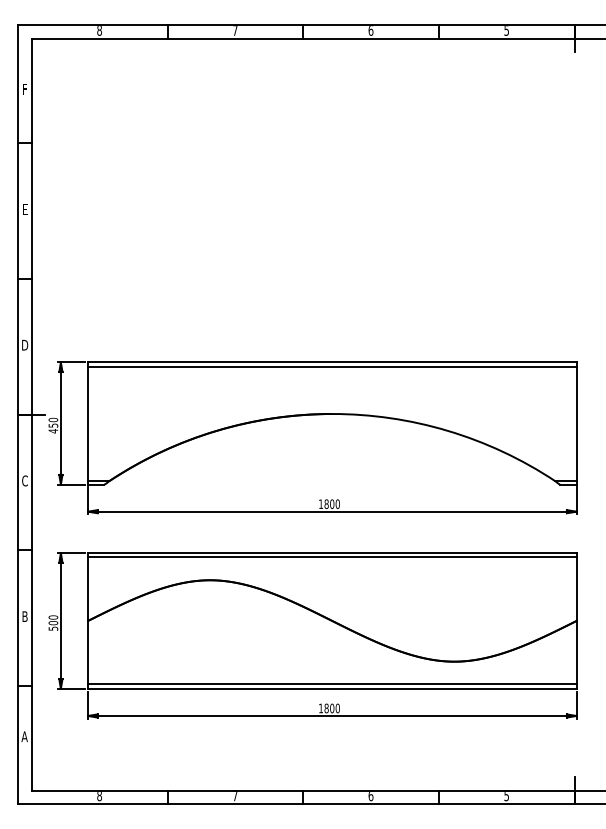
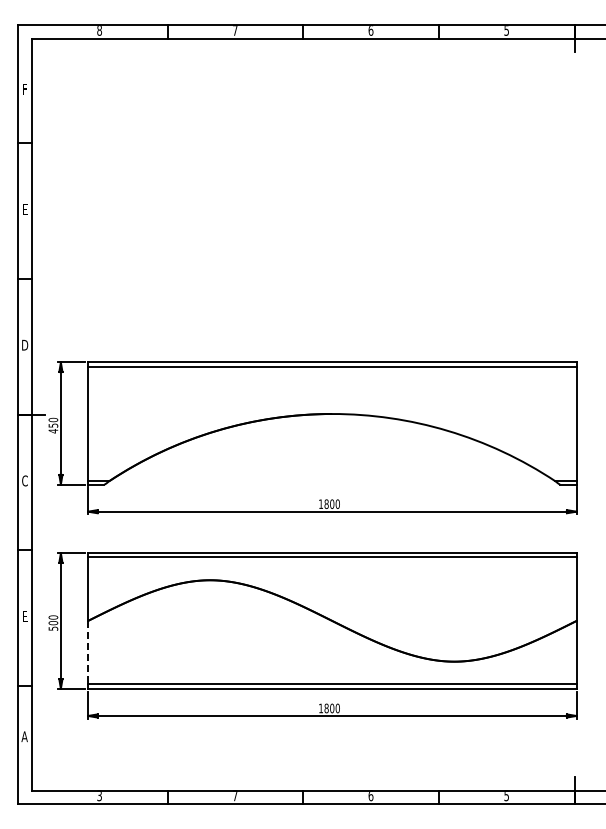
text at (24, 616): B -> E
line at (88, 652): solid -> dashed
text at (99, 796): 8 -> 3
